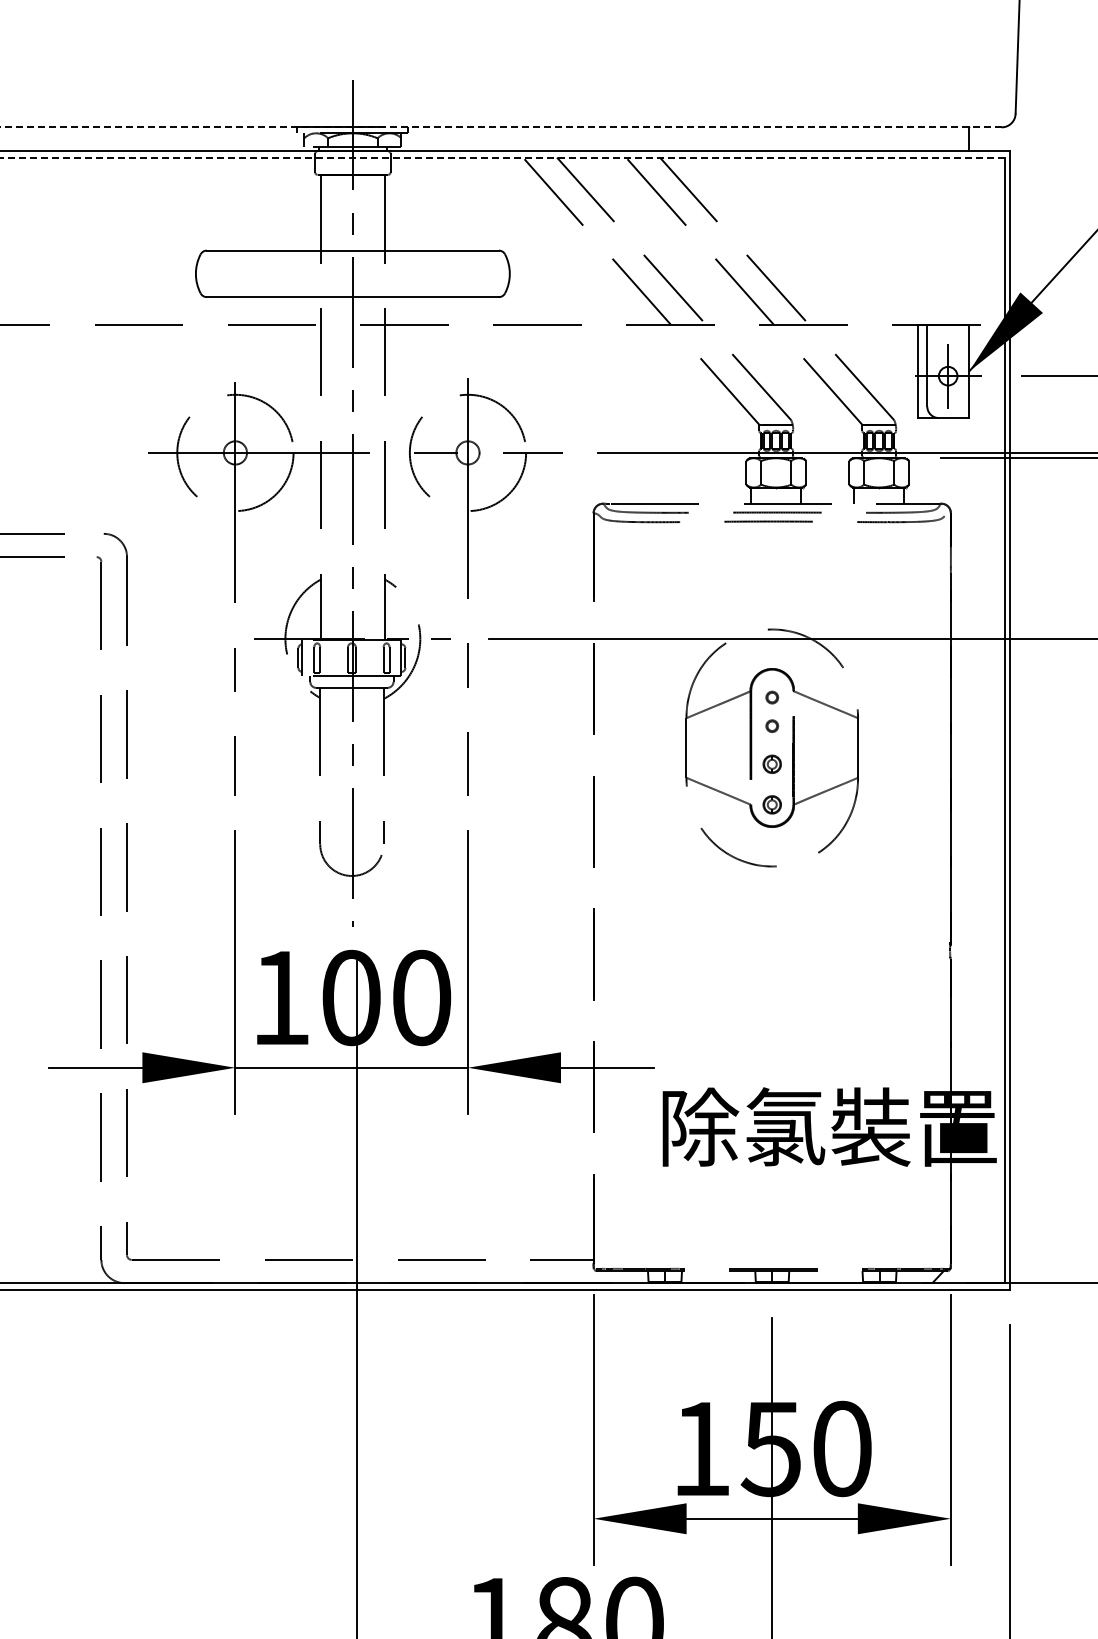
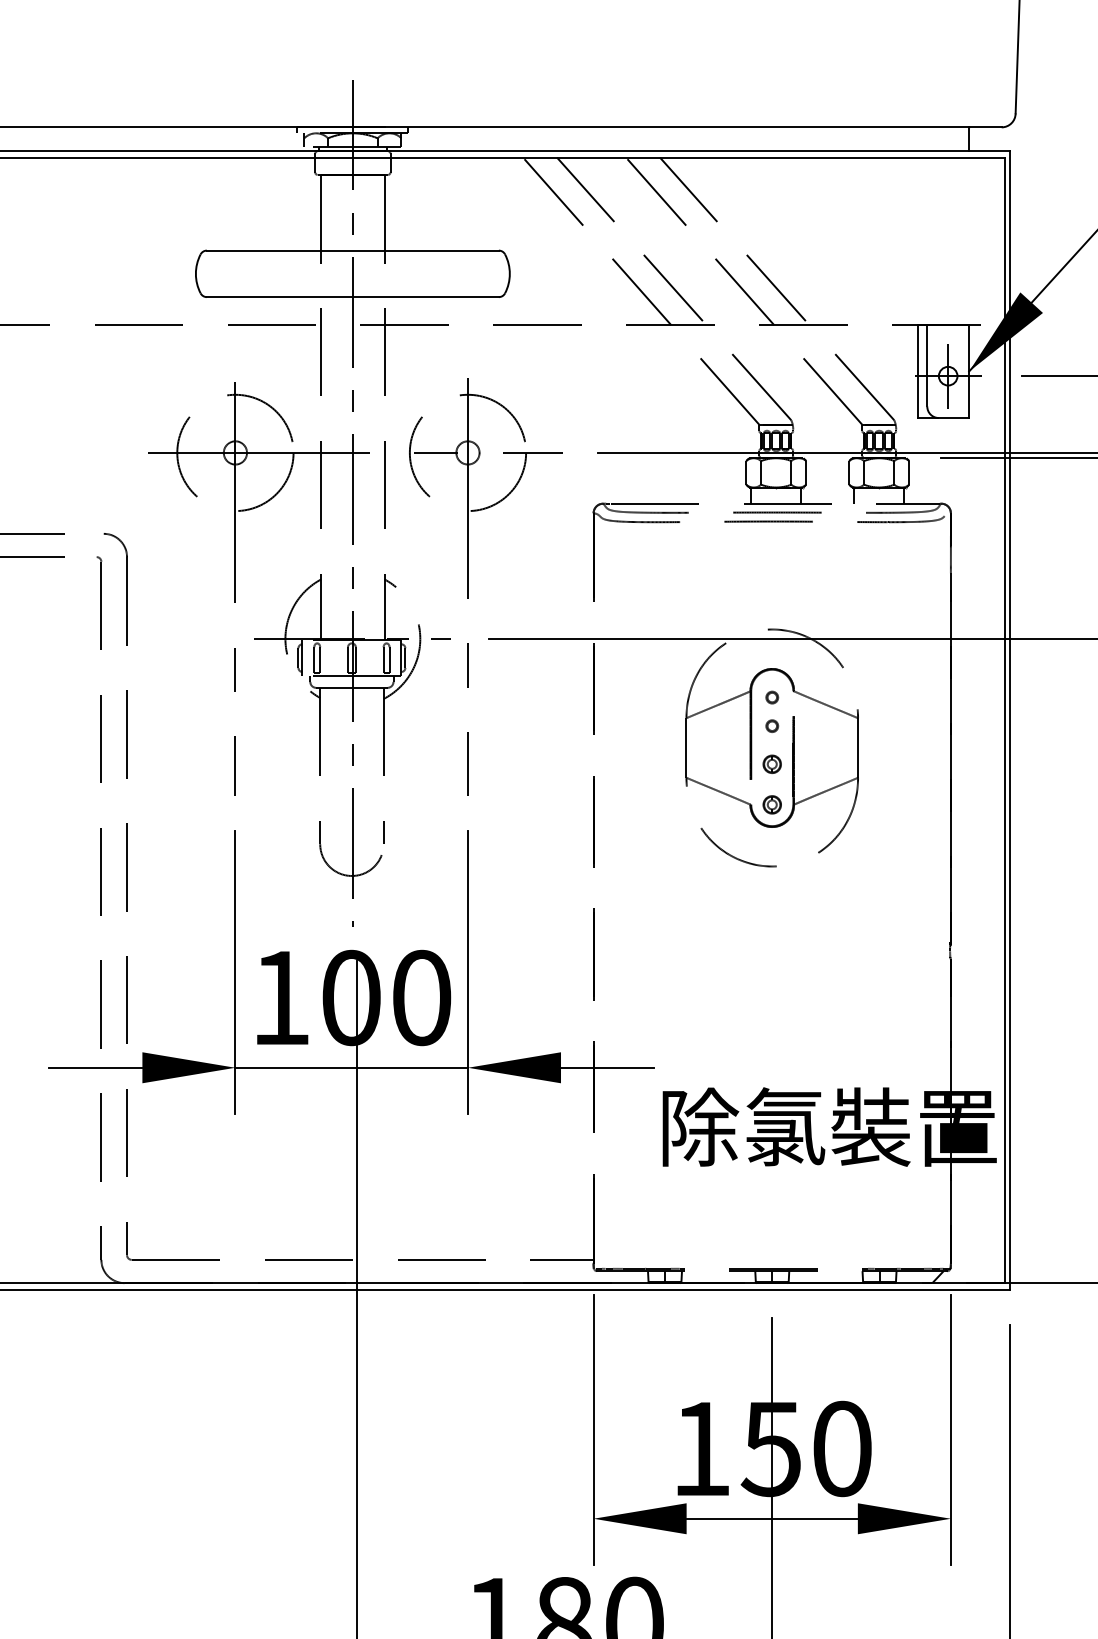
line at (500, 127): dashed -> solid
line at (502, 157): dashed -> solid
